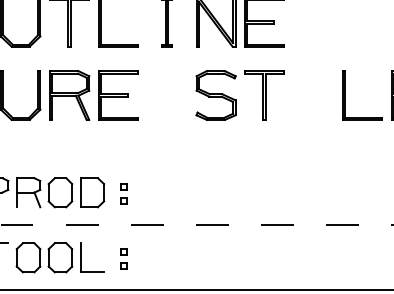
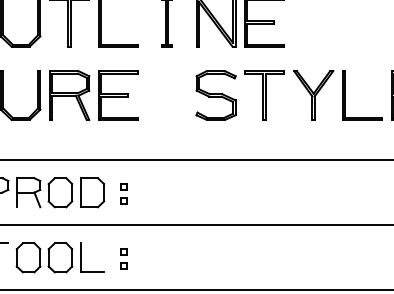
part at (313, 95): none -> present
line at (196, 160): none -> present
line at (196, 225): dashed -> solid
